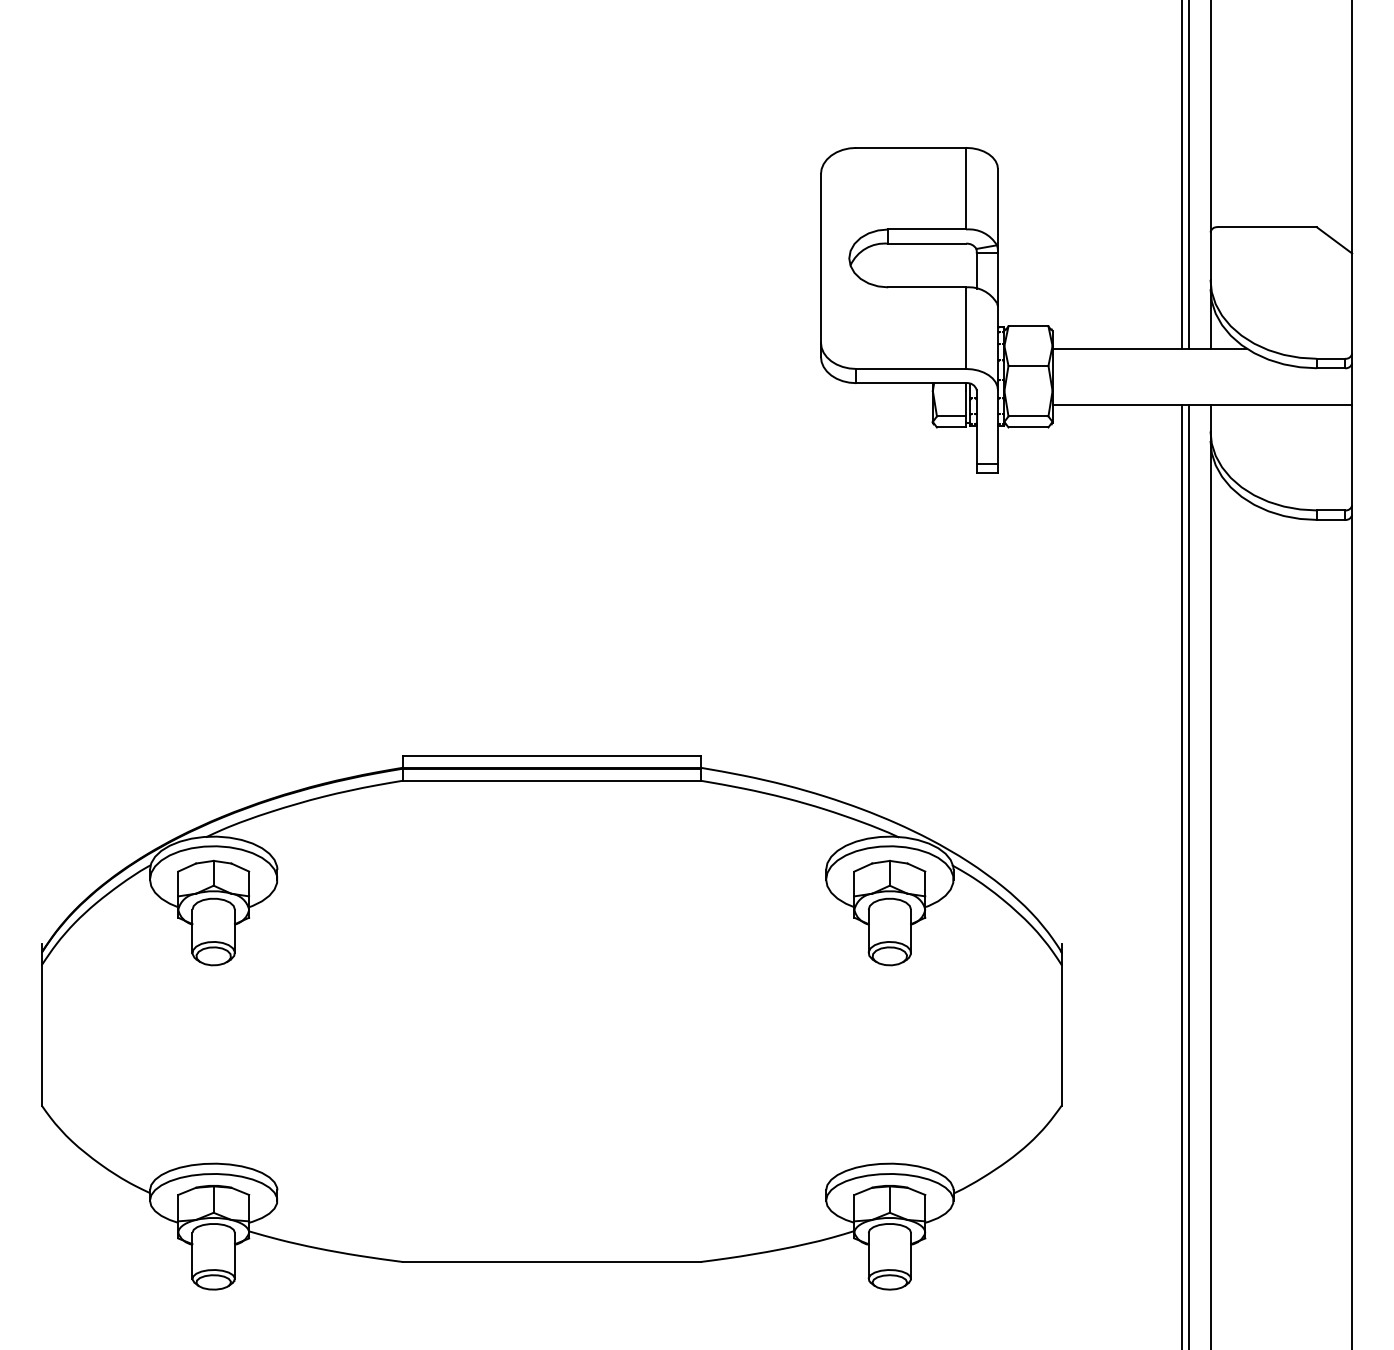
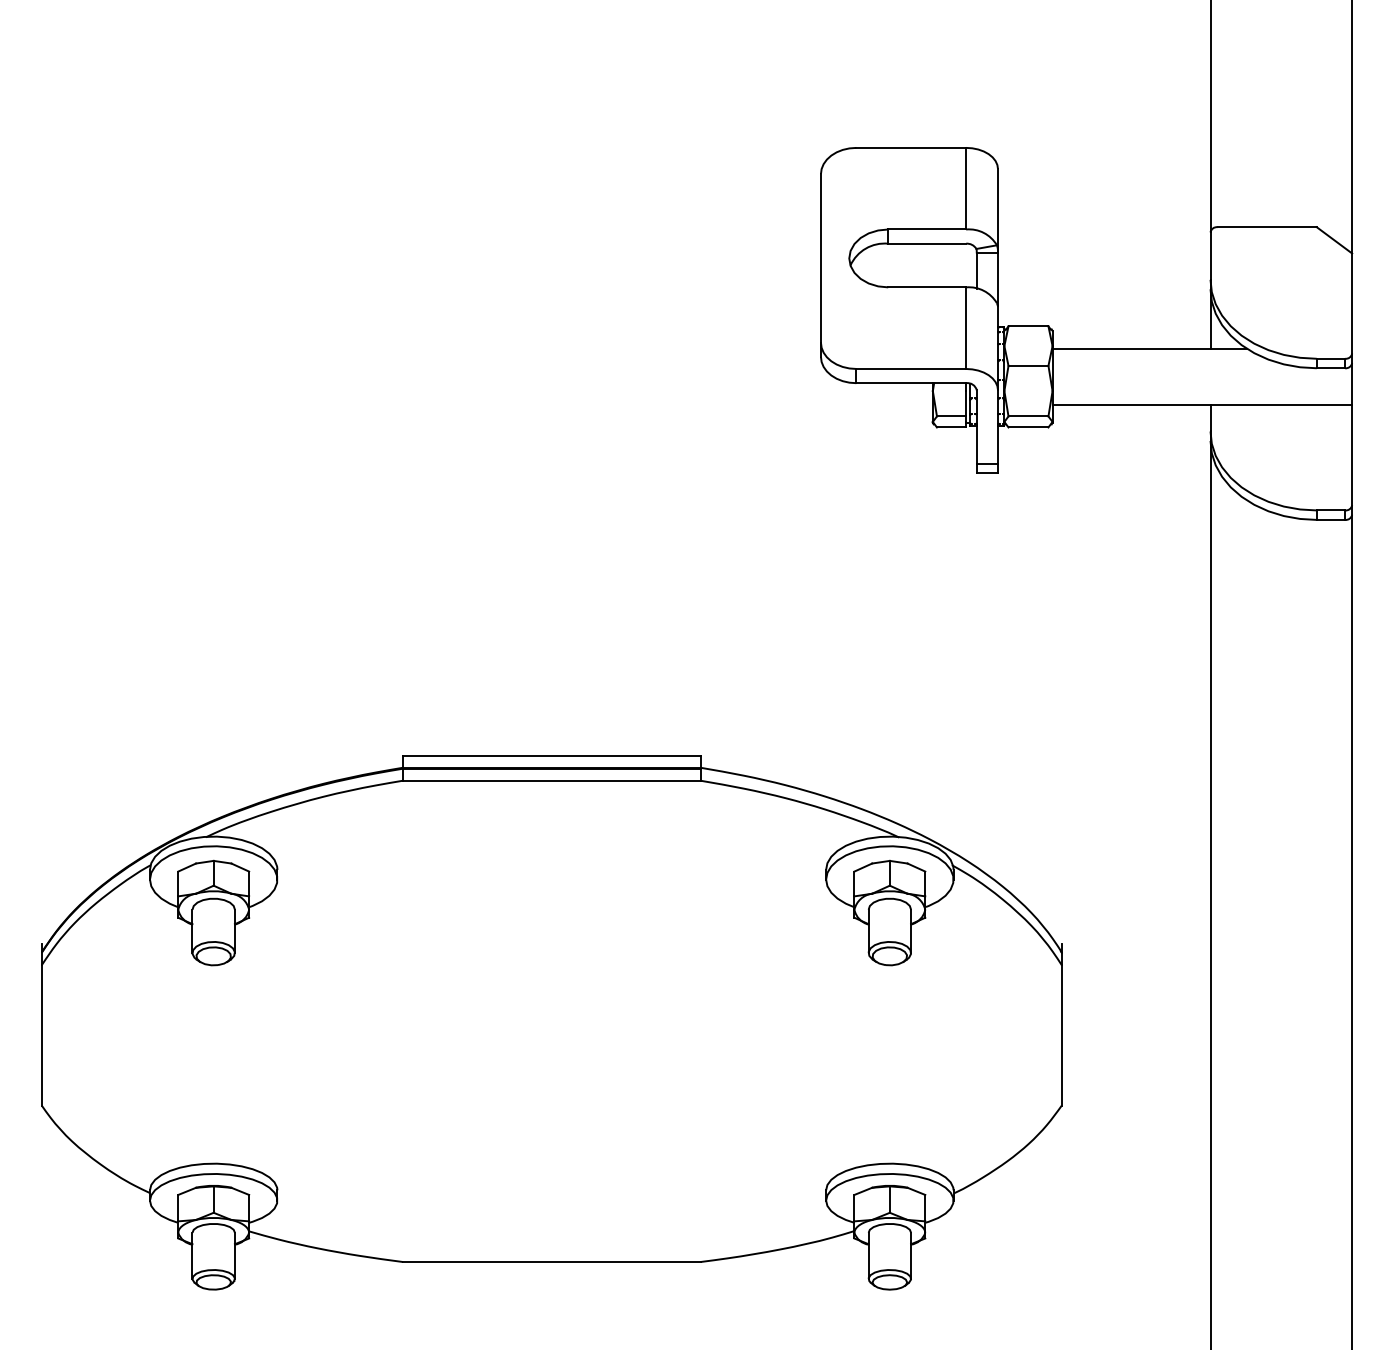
line at (1182, 175): present -> none
line at (1189, 175): present -> none
line at (1182, 875): present -> none
line at (1189, 875): present -> none
